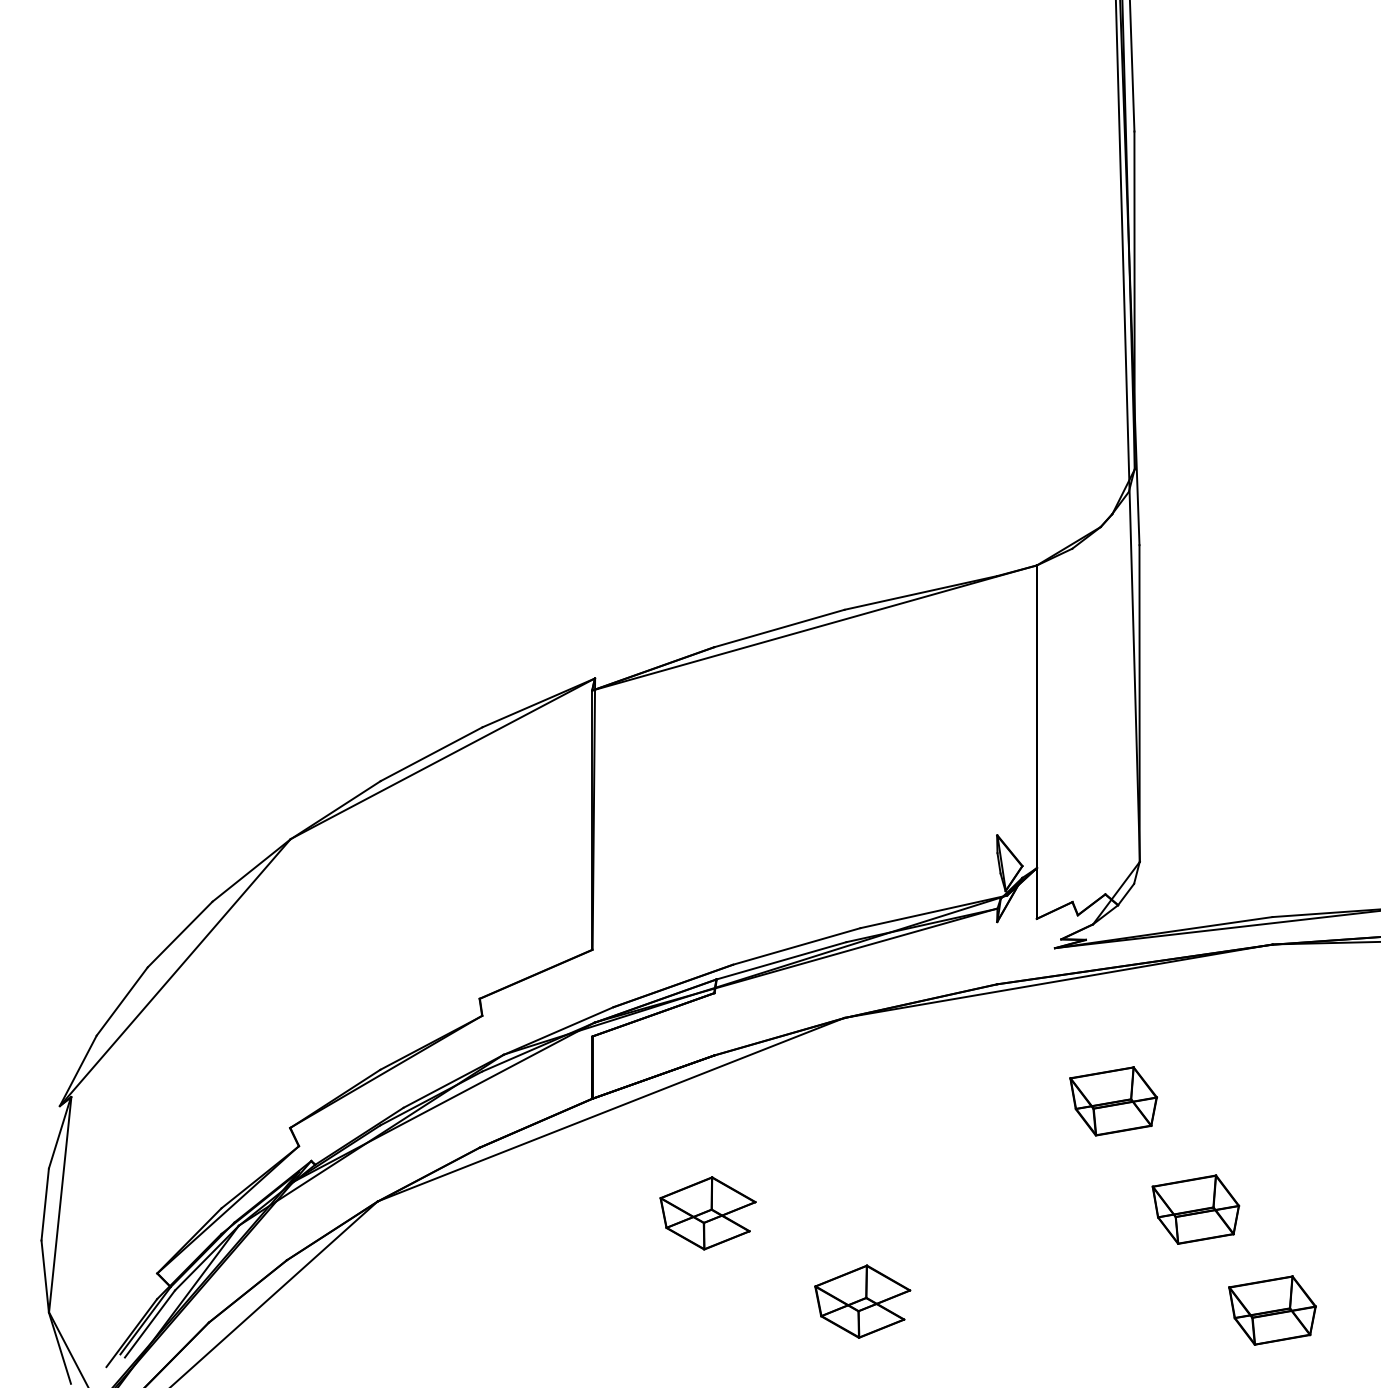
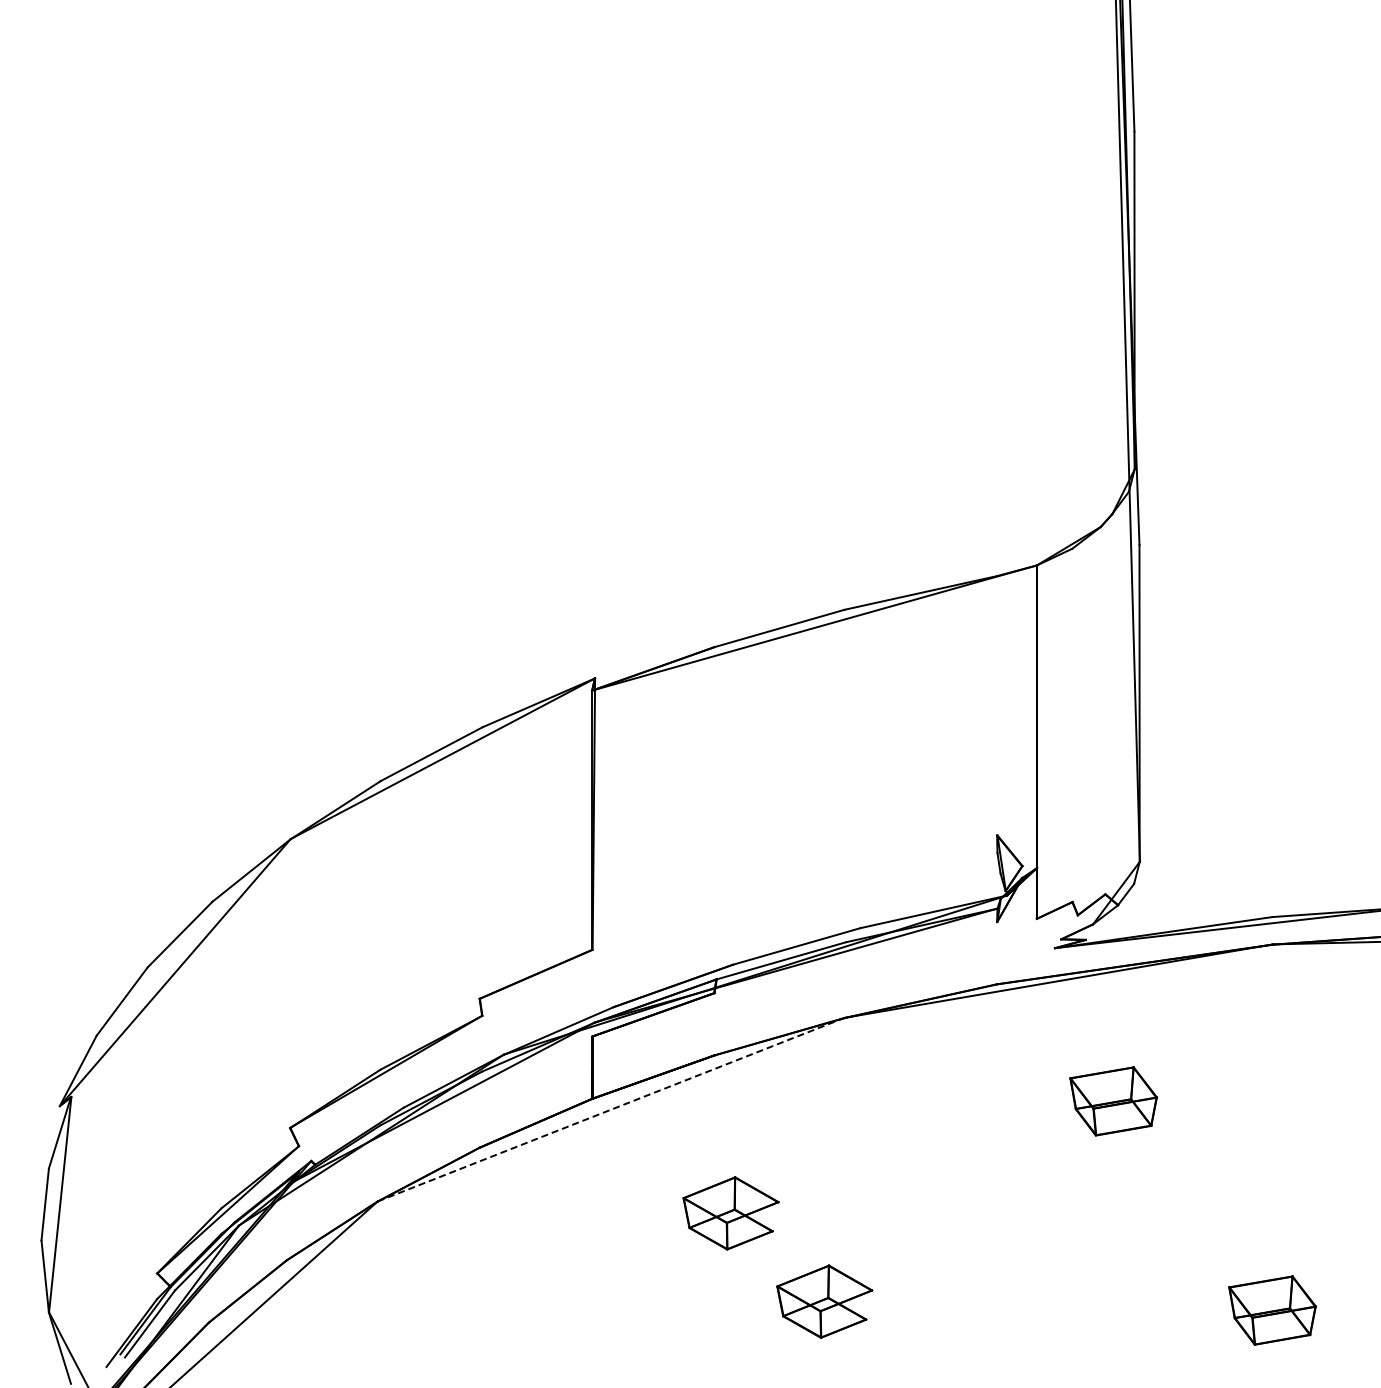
line at (611, 1109): solid -> dashed
part at (1195, 1209): present -> none
part at (707, 1213) position: (707, 1213) -> (730, 1213)
part at (862, 1301) position: (862, 1301) -> (824, 1301)
